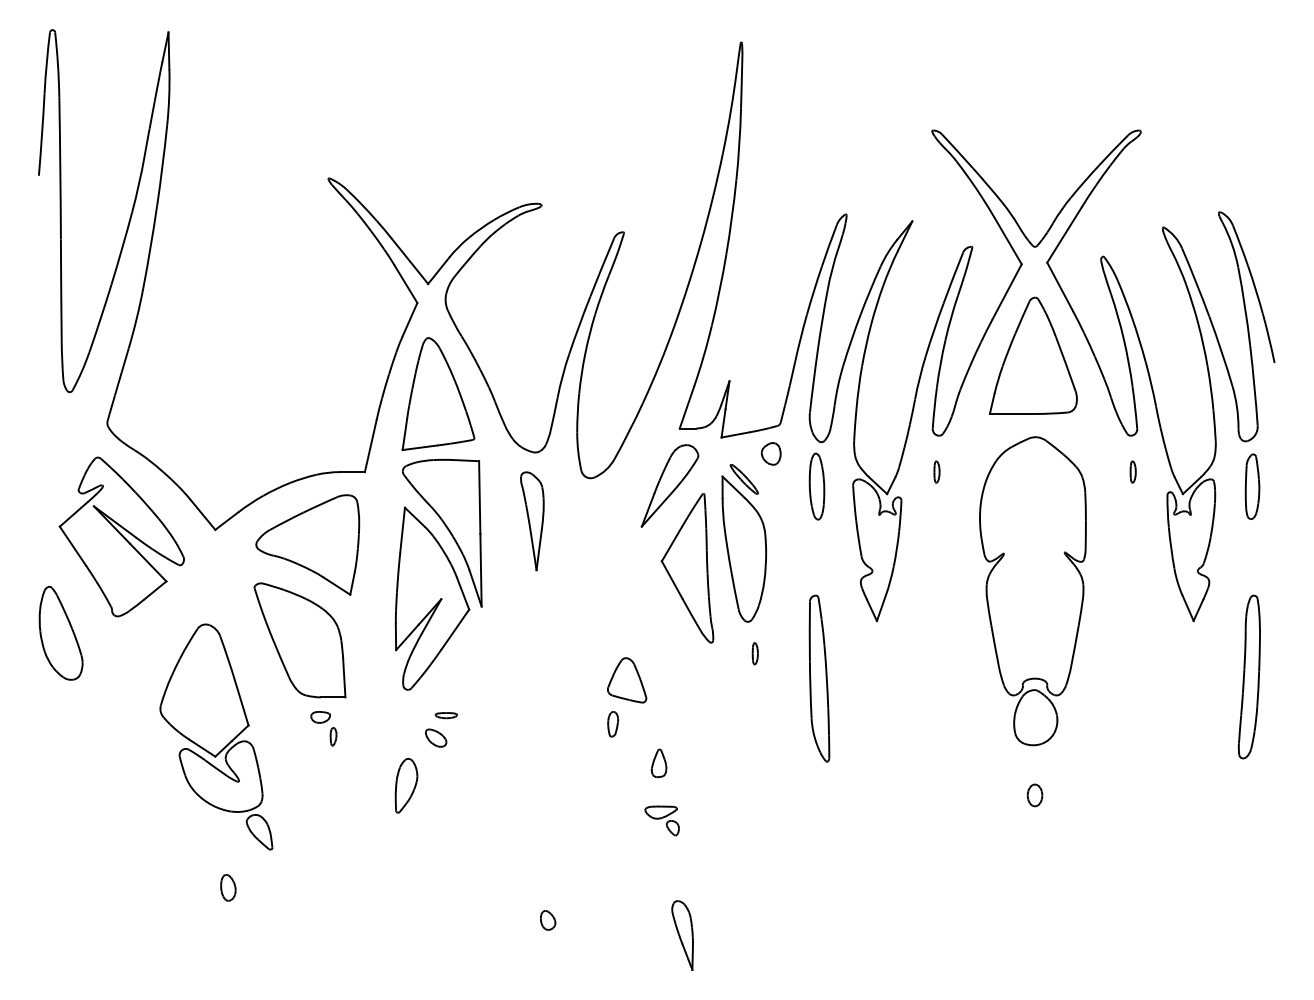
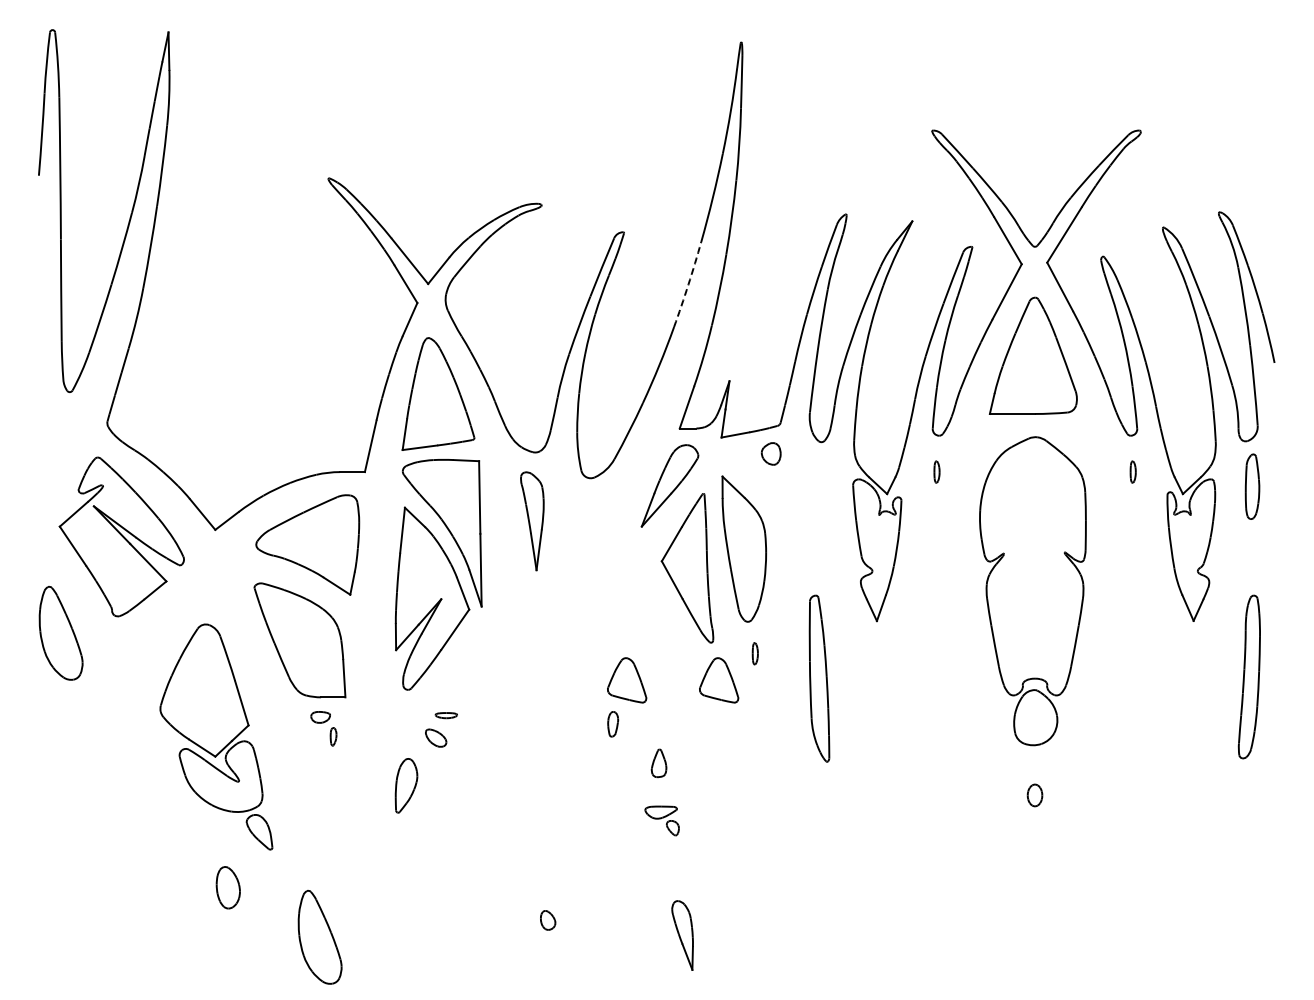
arc at (688, 284): solid -> dashed
part at (743, 479): present -> none
part at (816, 486): present -> none
part at (719, 680): none -> present
part at (228, 887) size: 17x28 px -> 26x44 px
part at (319, 937): none -> present
